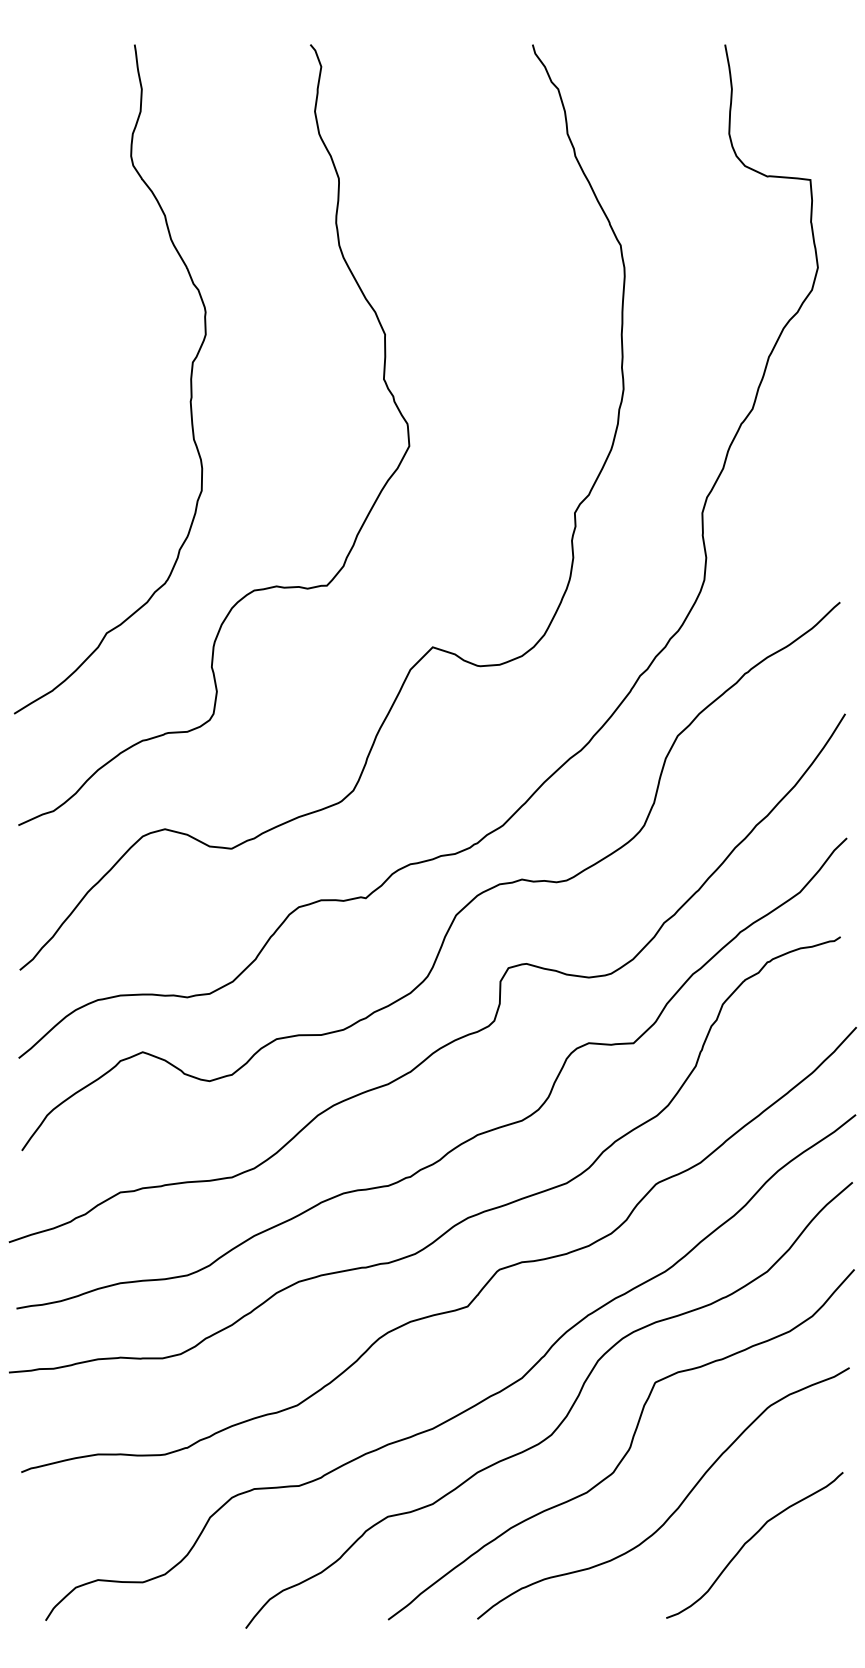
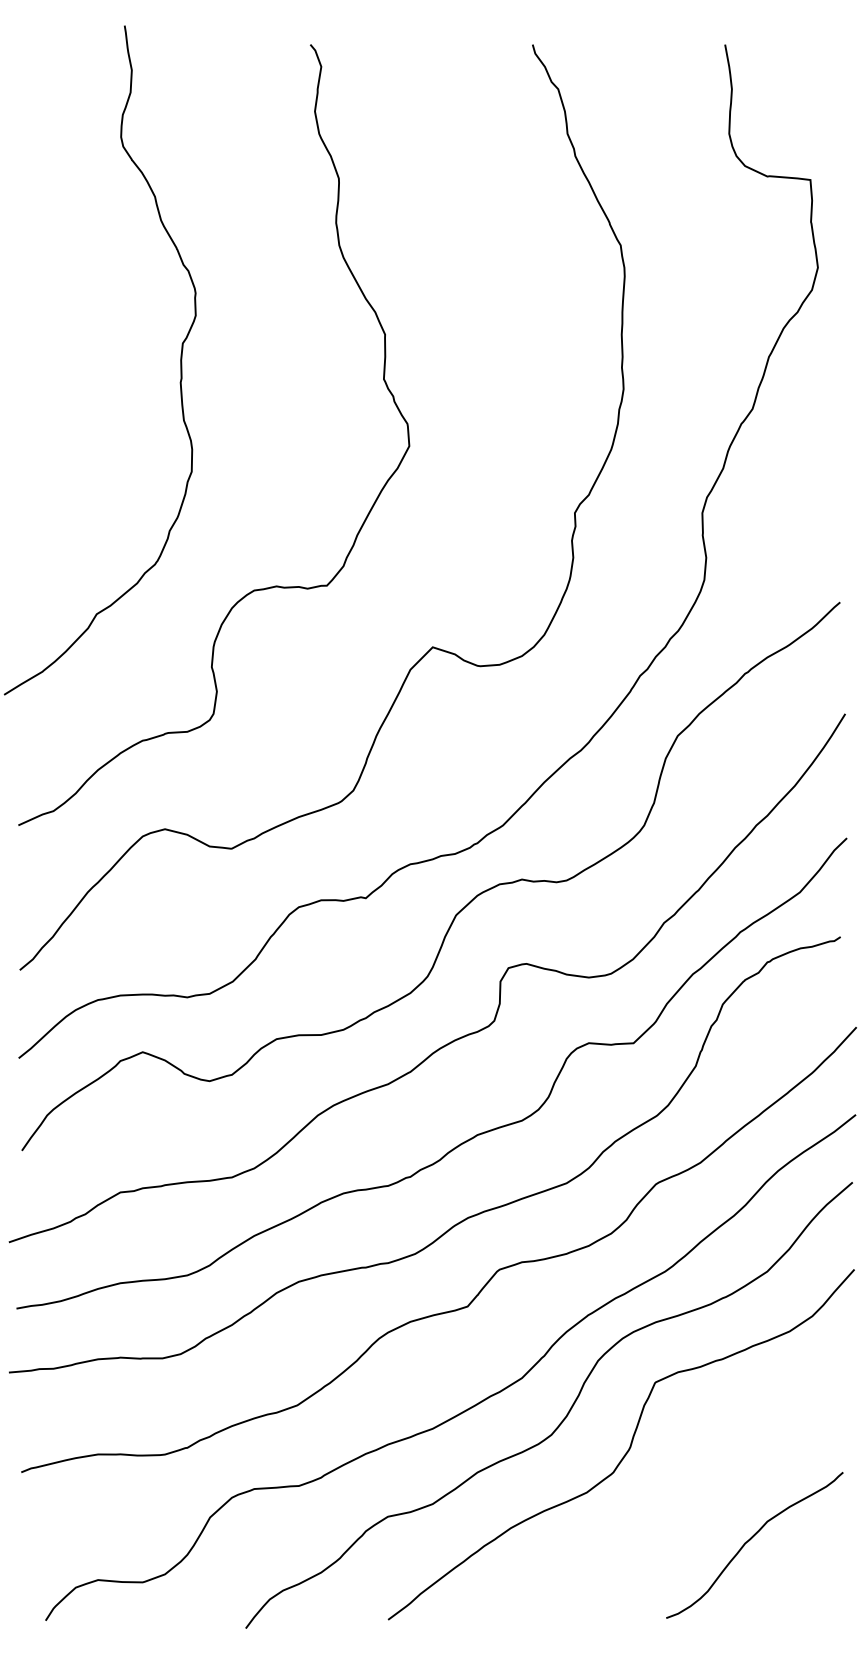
curve at (190, 379) position: (190, 379) -> (180, 360)
curve at (679, 1504): present -> none
